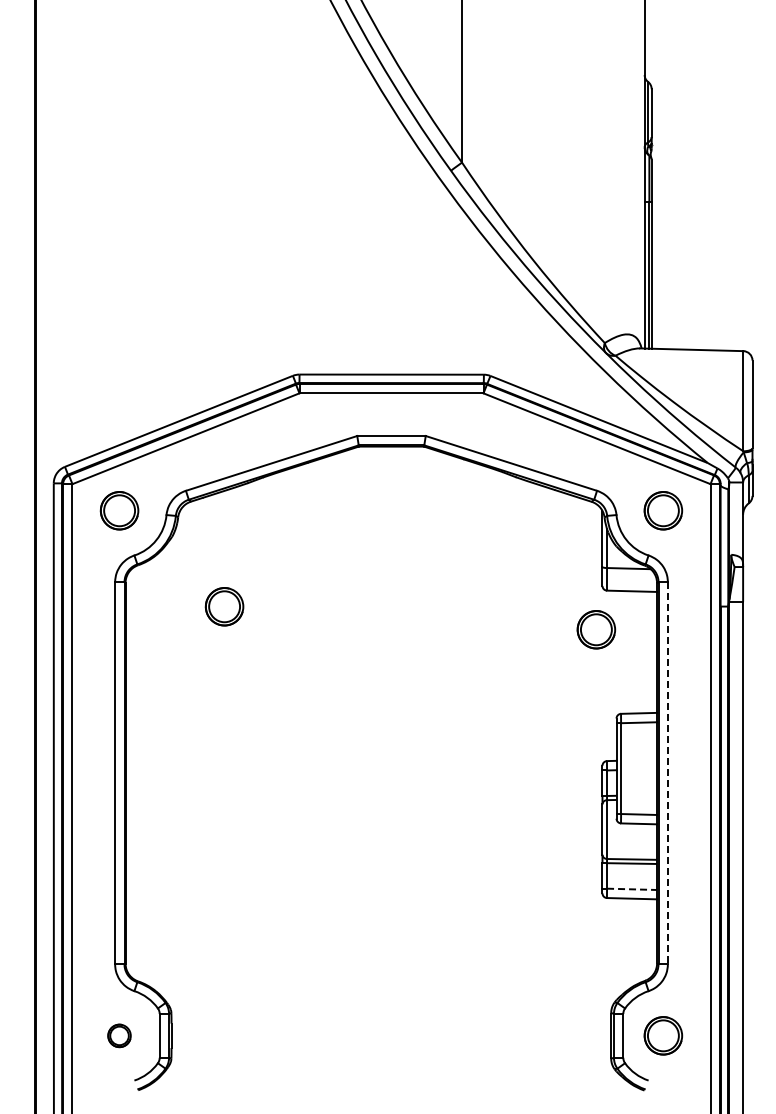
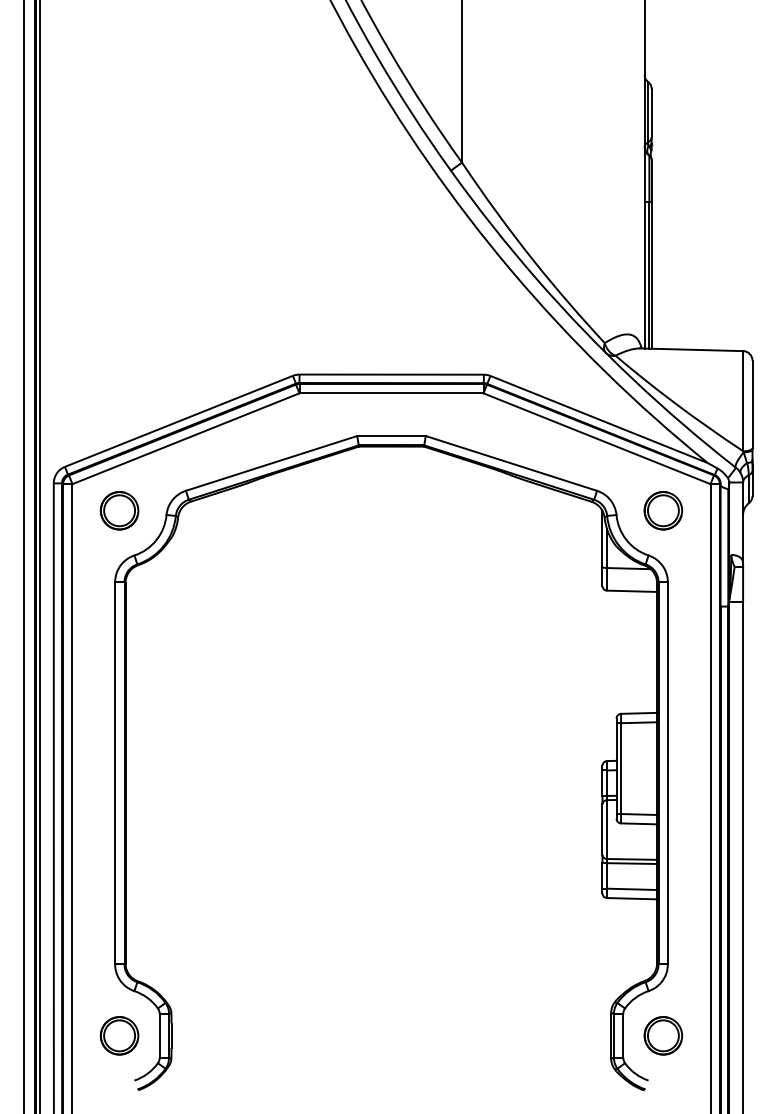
line at (23, 556): none -> present
line at (39, 556): none -> present
part at (224, 606): present -> none
part at (596, 629): present -> none
line at (667, 773): dashed -> solid
line at (632, 889): dashed -> solid
part at (119, 1035) size: 25x26 px -> 41x40 px
